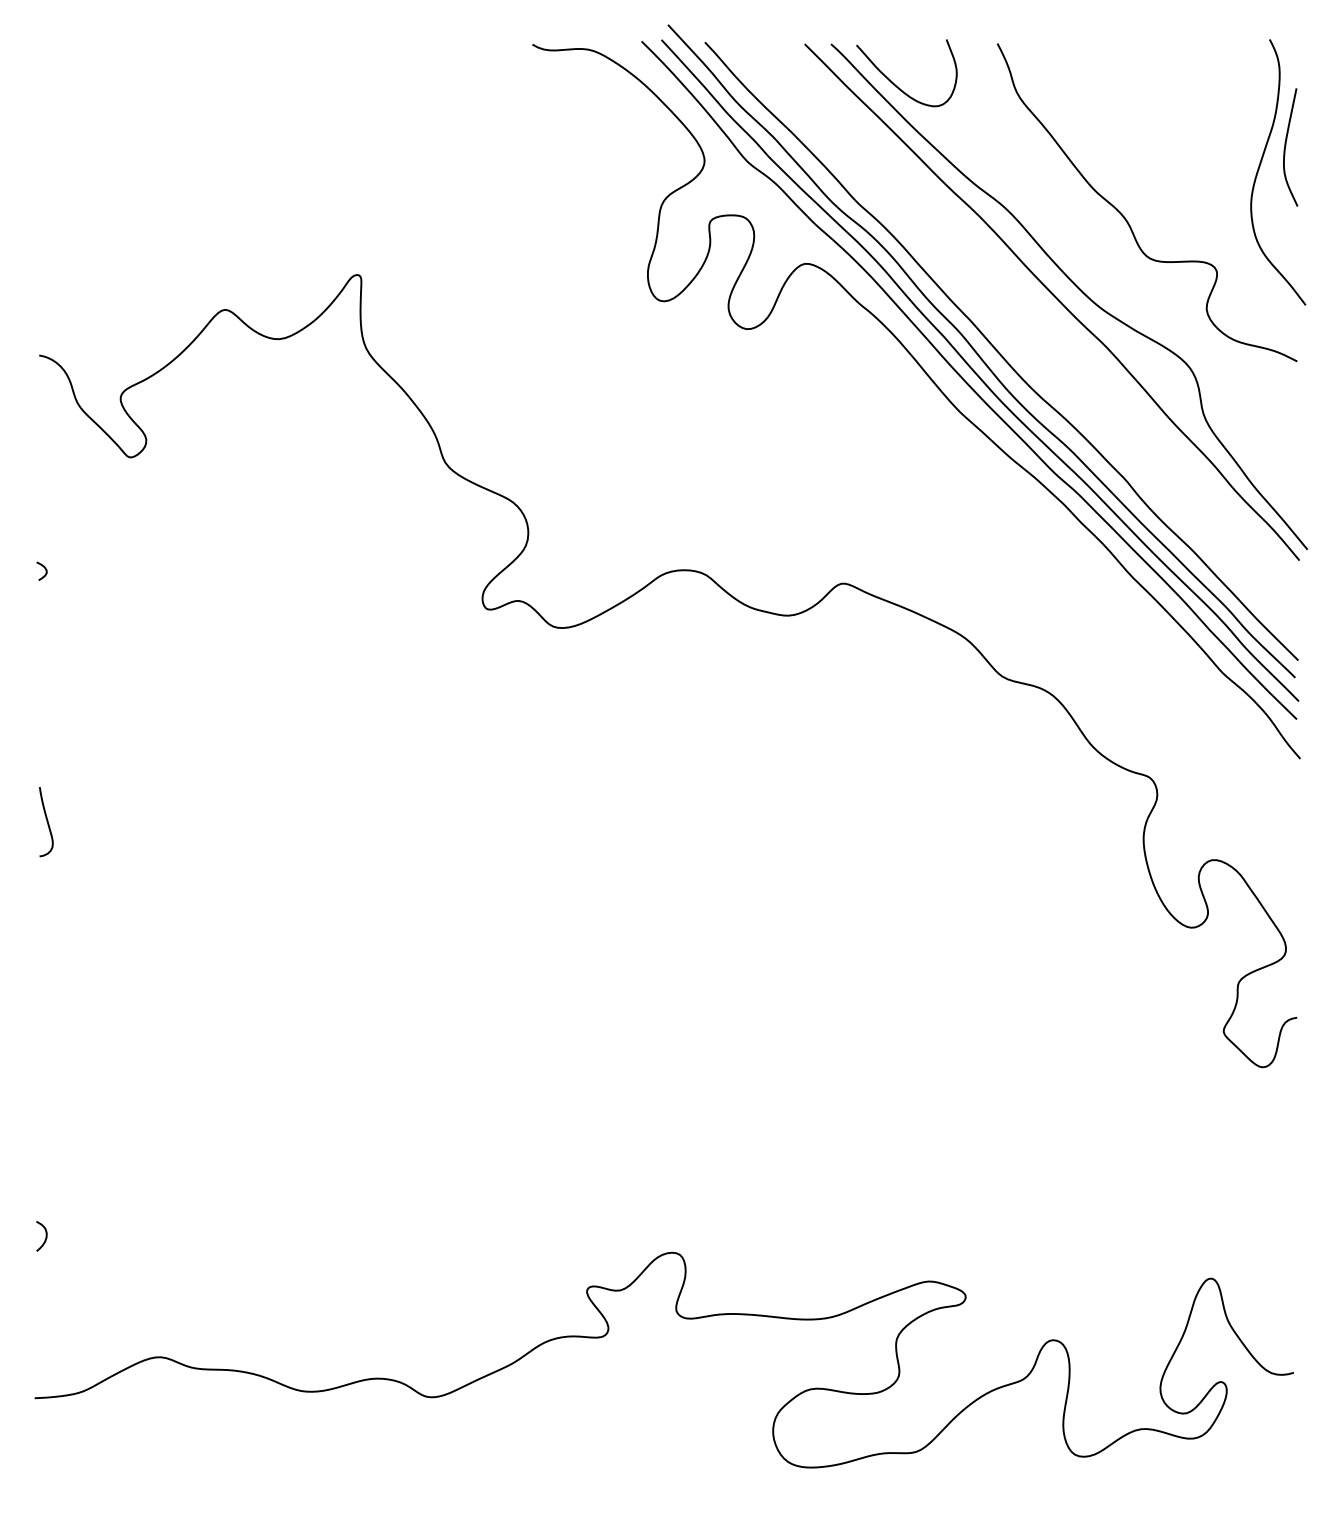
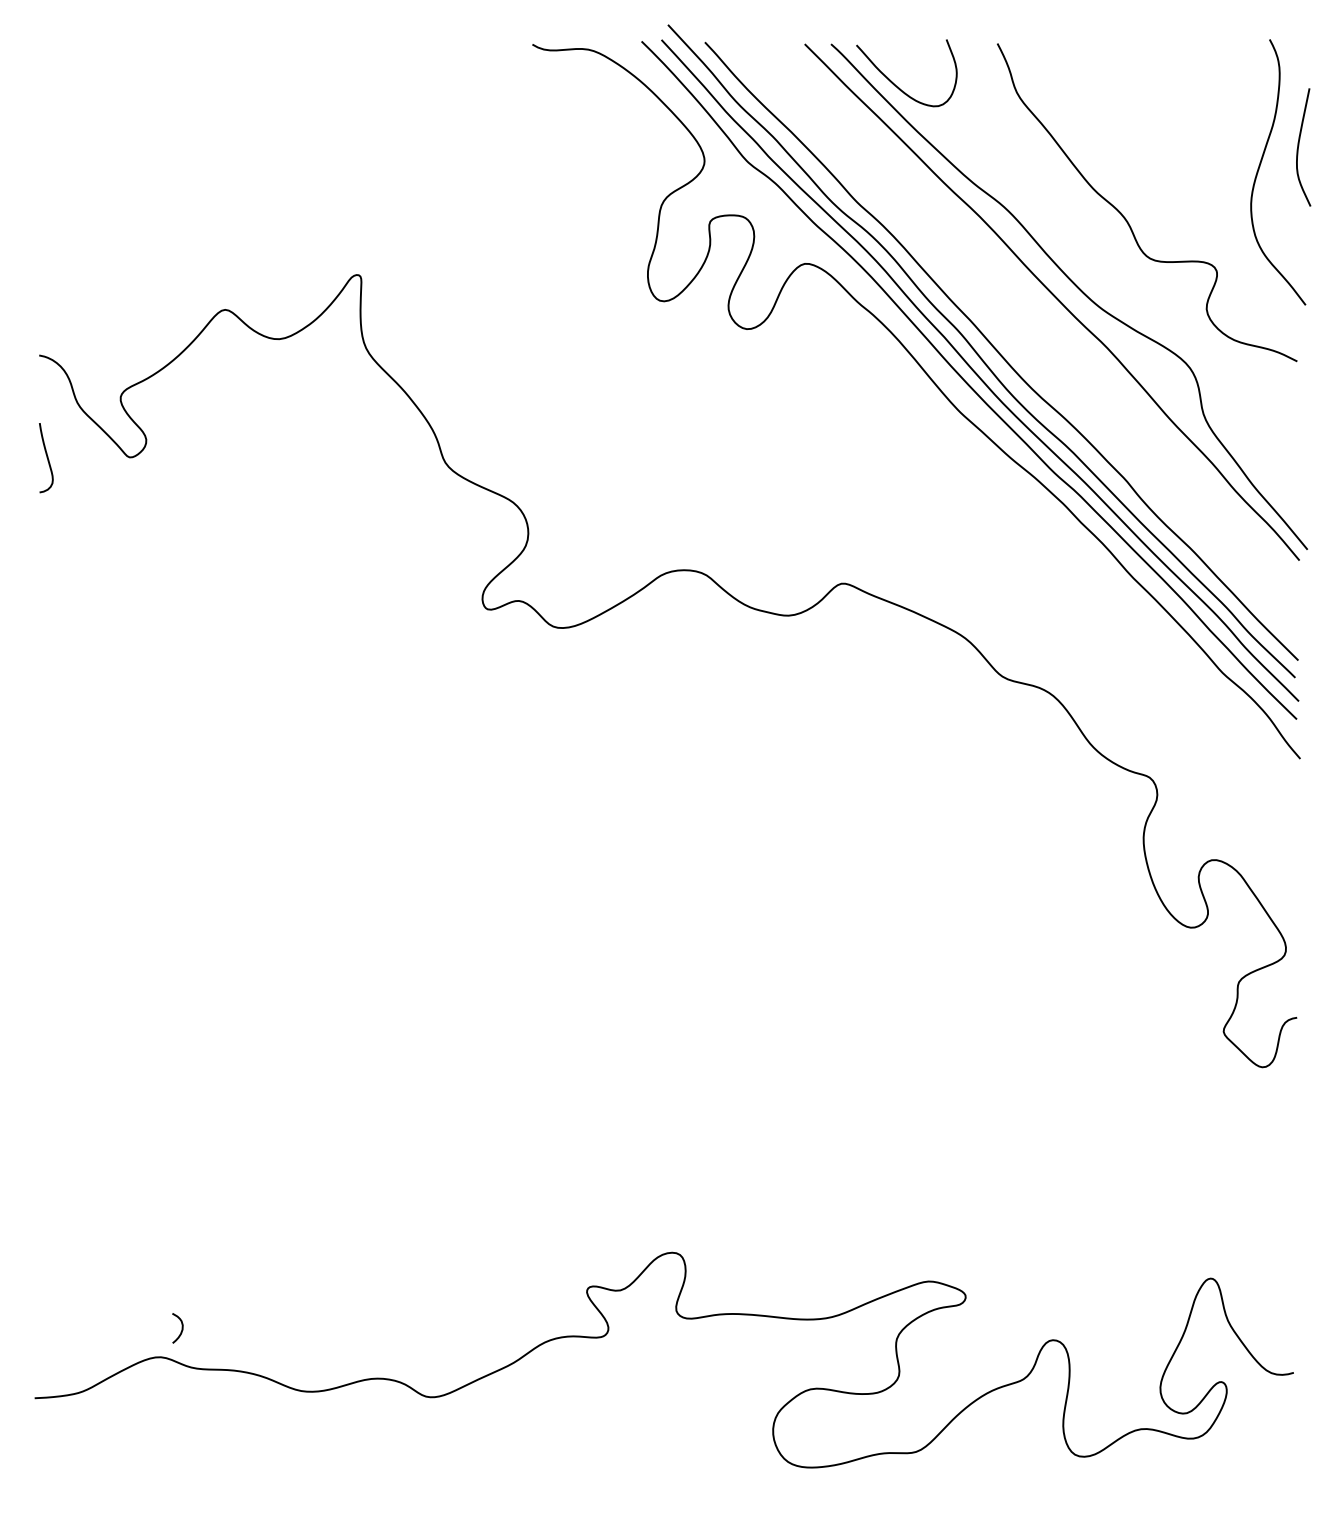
curve at (1286, 146) position: (1286, 146) -> (1299, 146)
curve at (43, 567): present -> none
curve at (46, 821) position: (46, 821) -> (46, 457)
curve at (45, 1236) position: (45, 1236) -> (181, 1328)
